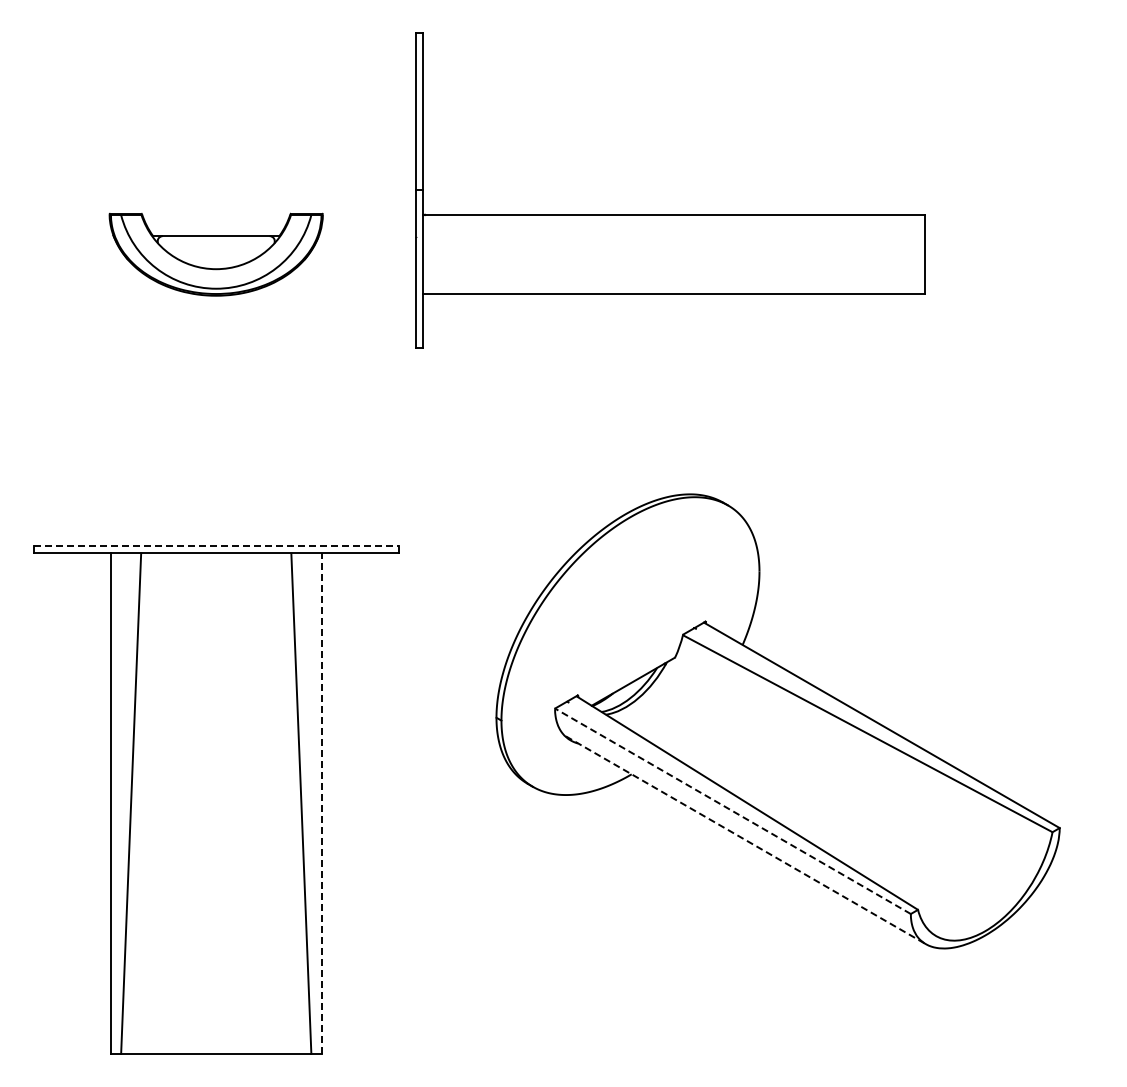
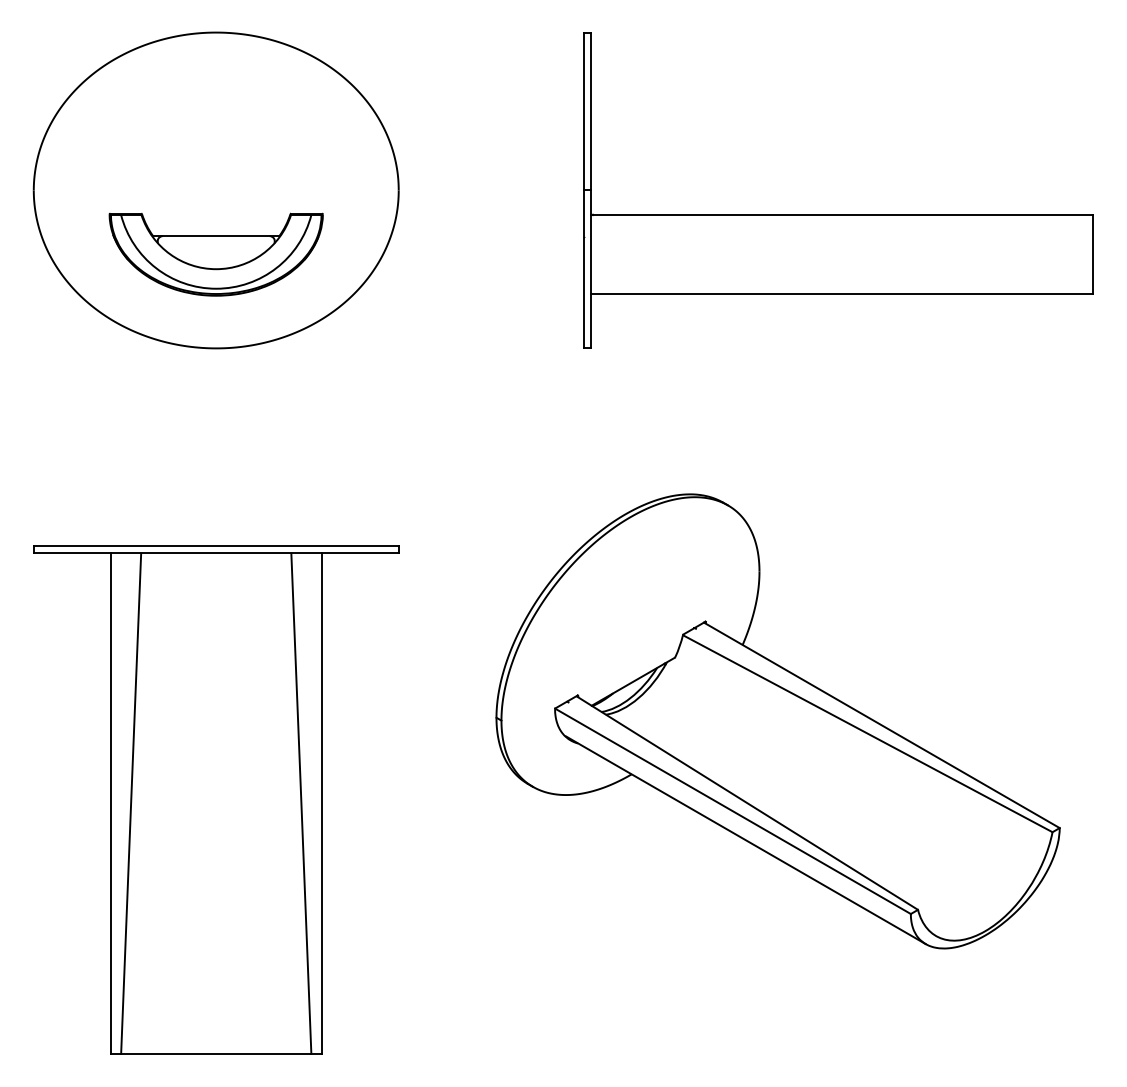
part at (215, 190): none -> present
part at (670, 214) position: (670, 214) -> (838, 214)
line at (216, 545): dashed -> solid
line at (321, 803): dashed -> solid
line at (732, 811): dashed -> solid
line at (745, 840): dashed -> solid
